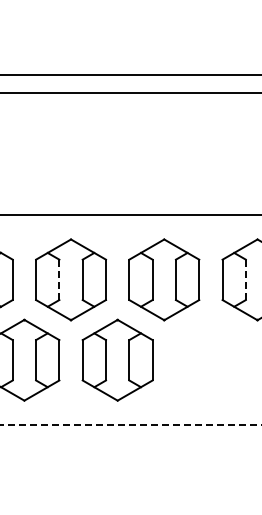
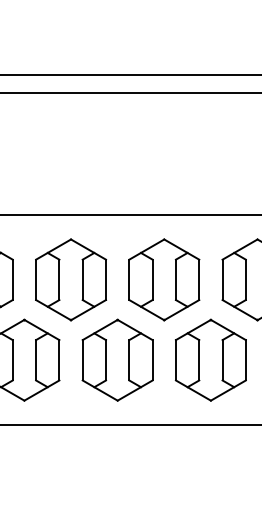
line at (59, 280): dashed -> solid
line at (245, 280): dashed -> solid
part at (210, 359): none -> present
line at (131, 424): dashed -> solid
